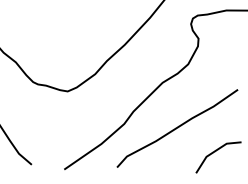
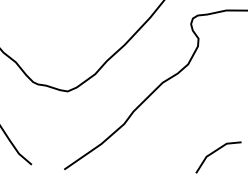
curve at (177, 128): present -> none
